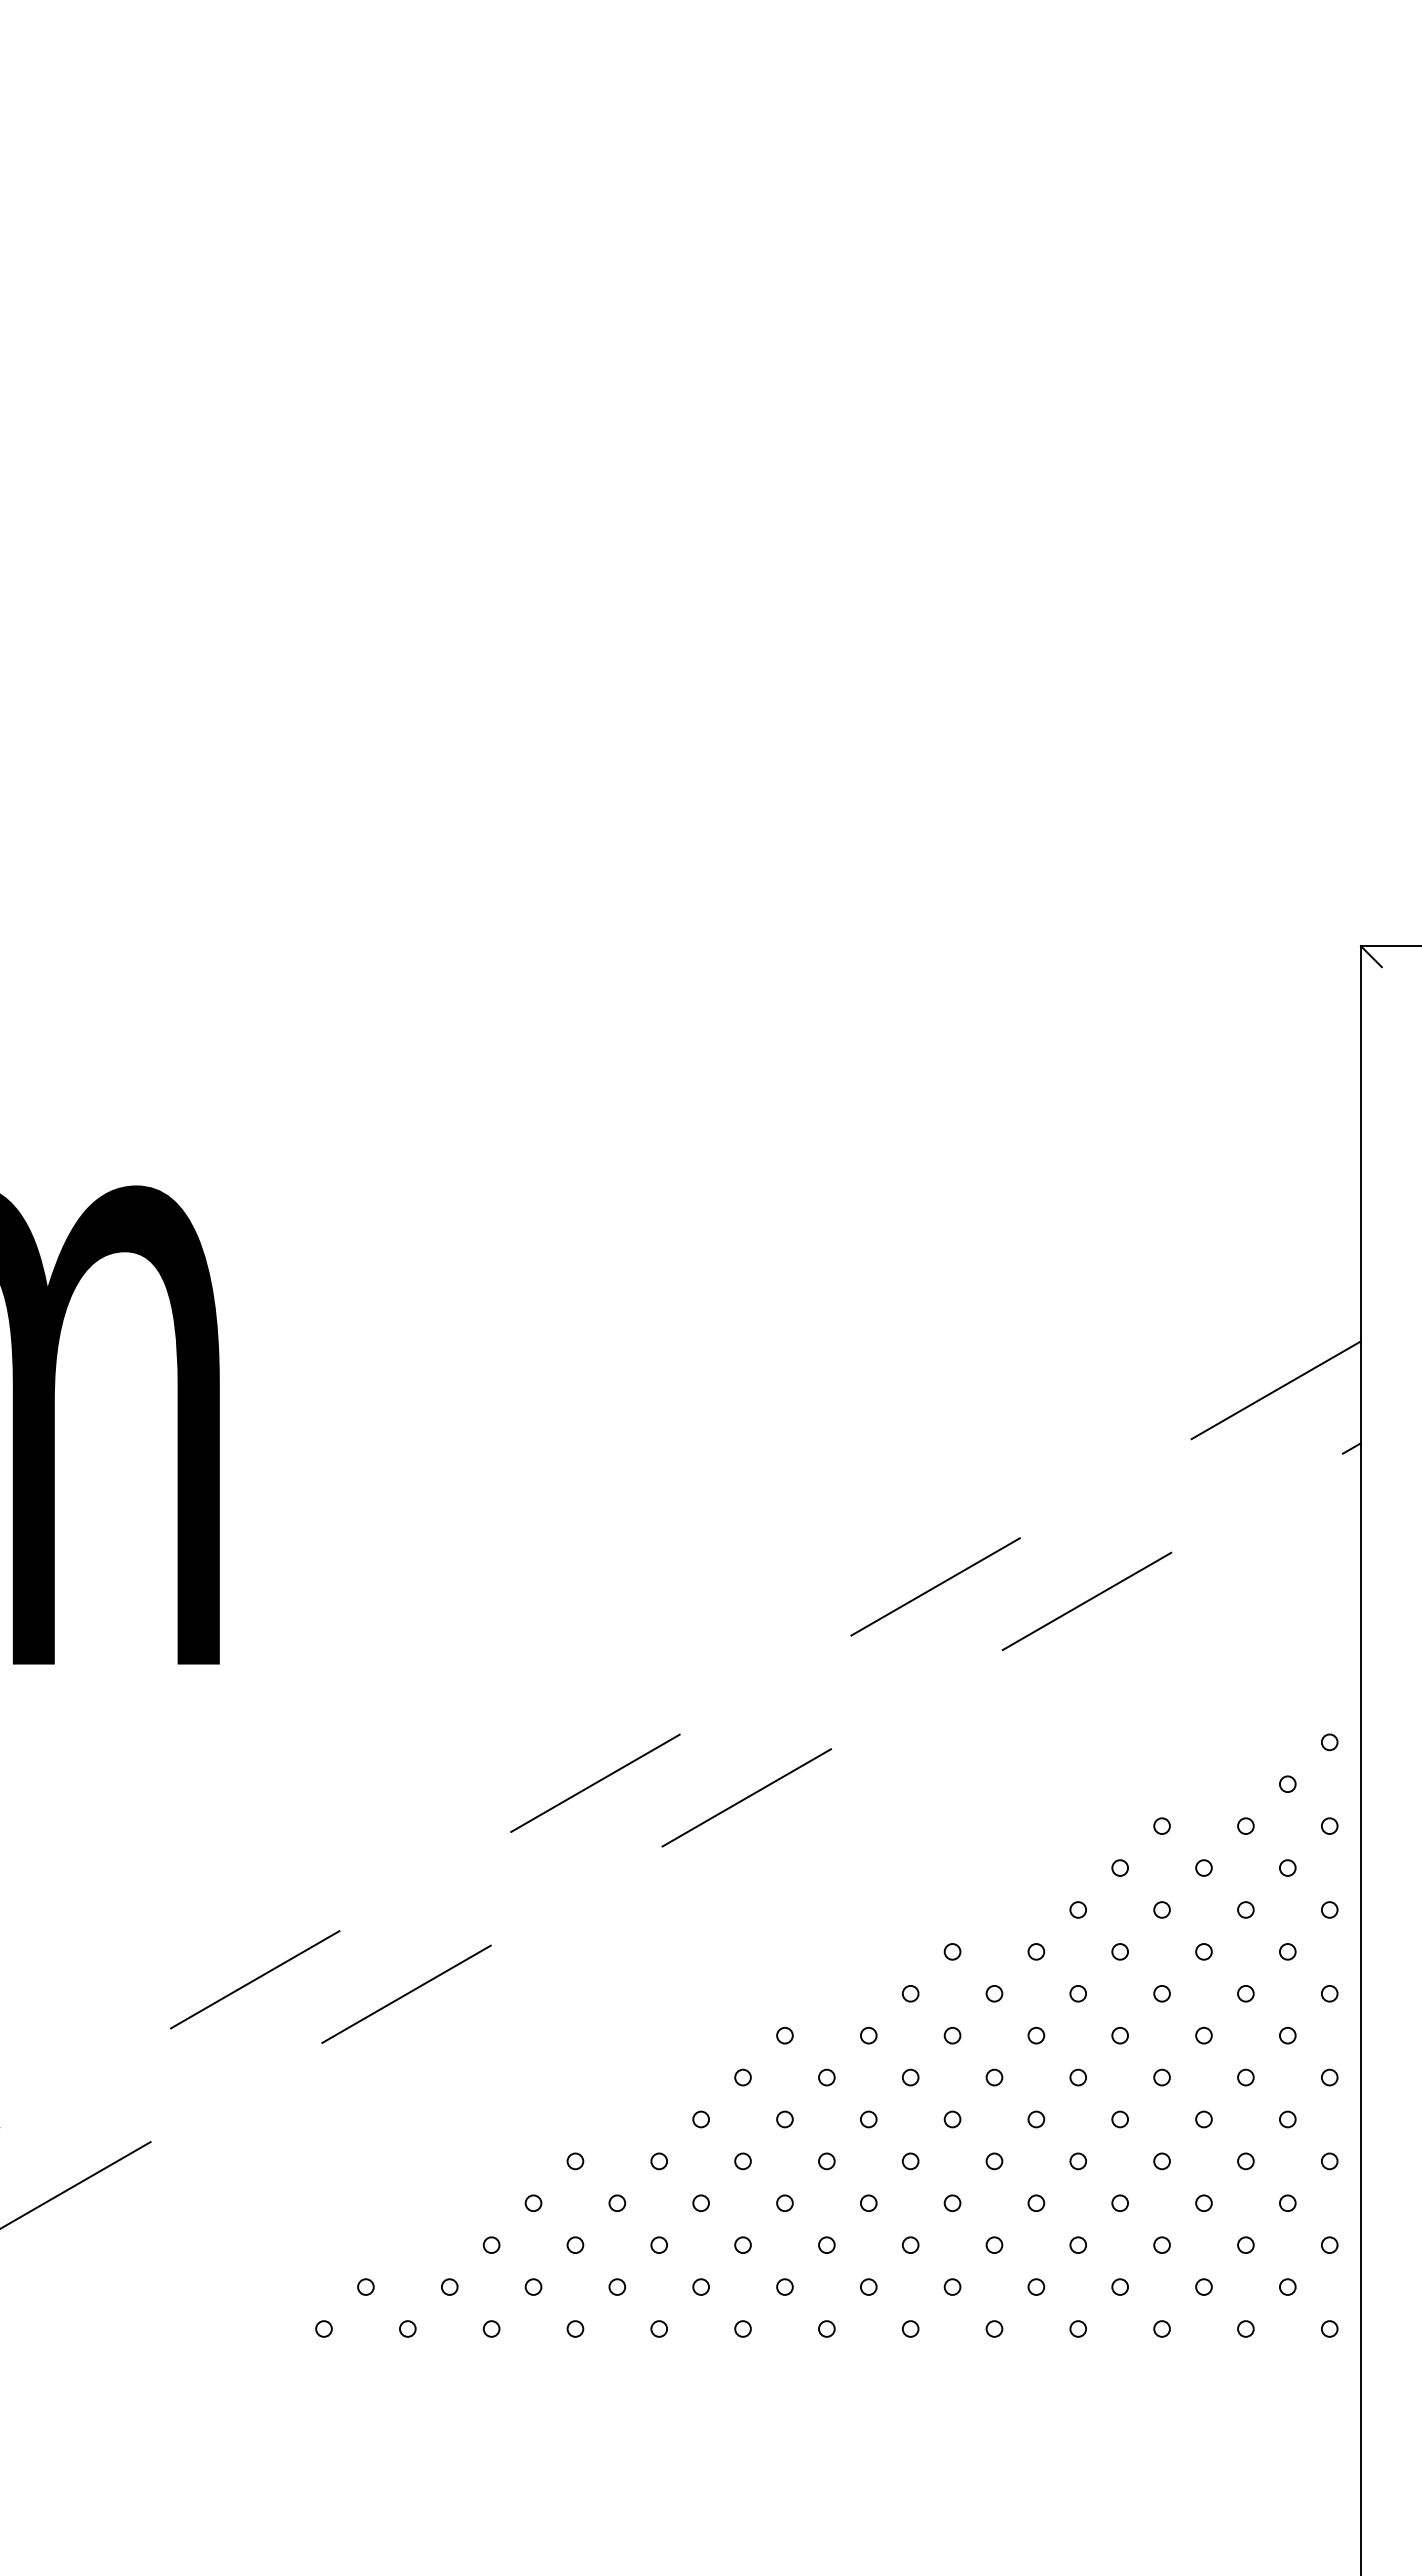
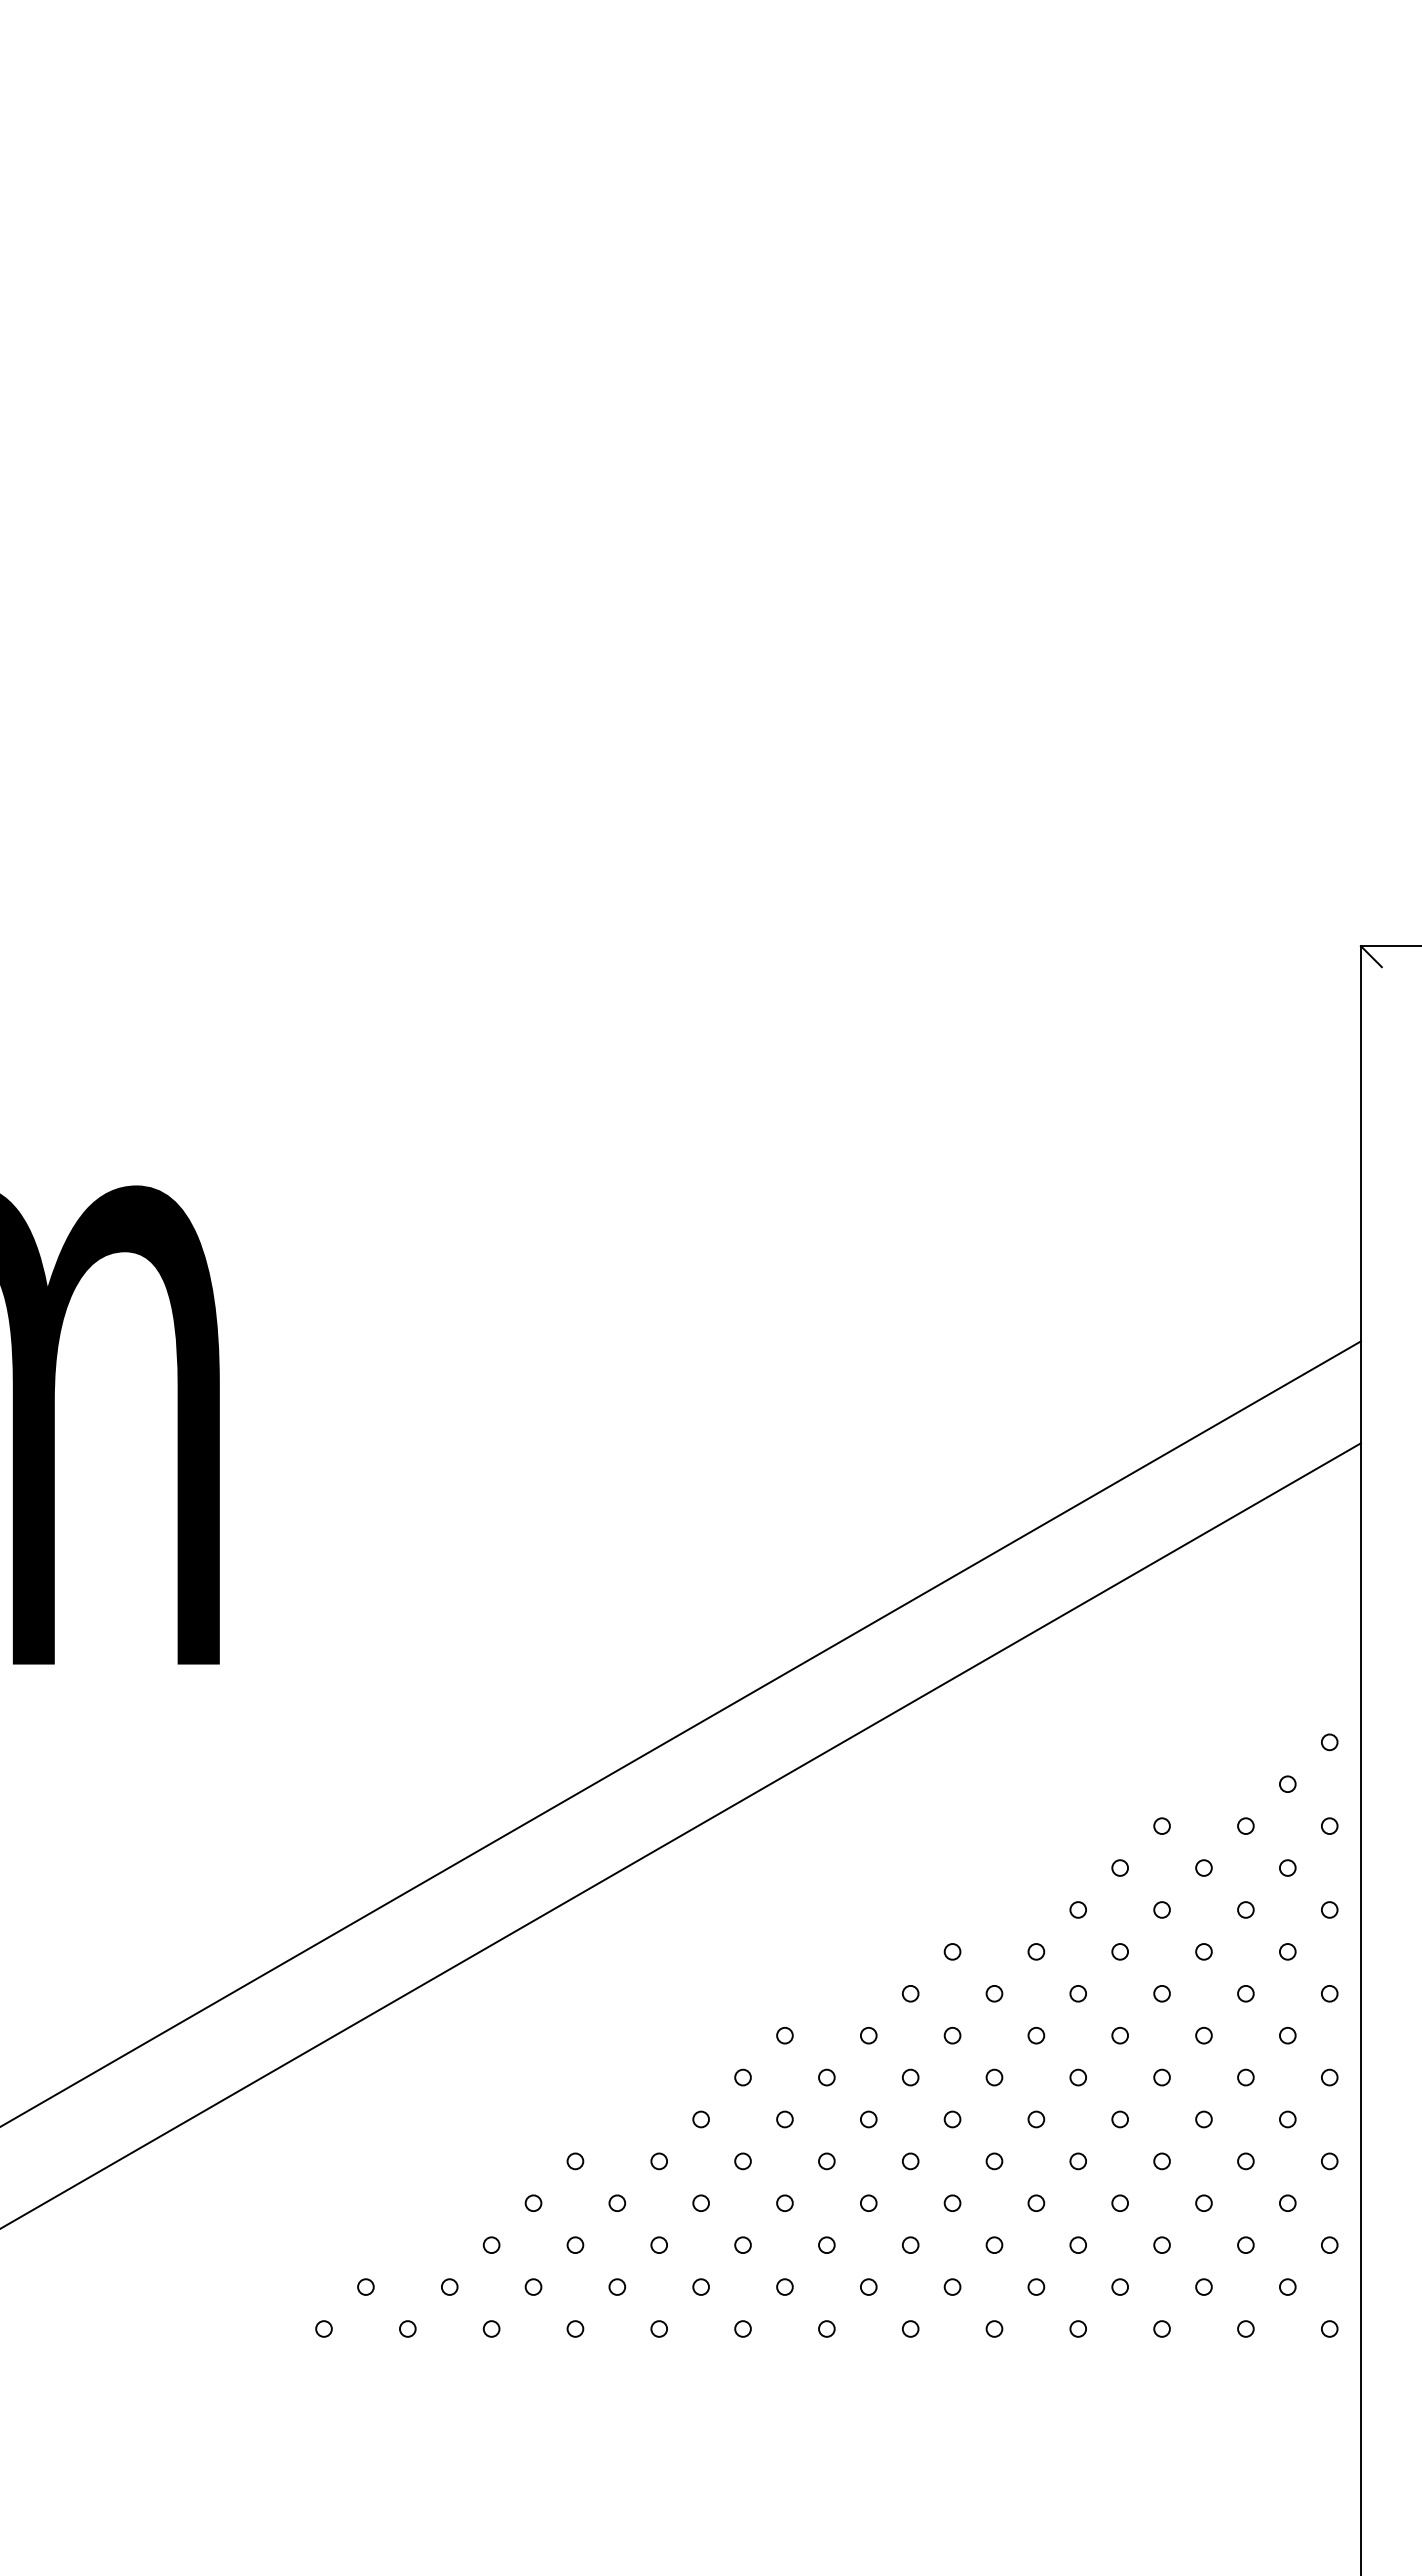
line at (680, 1734): dashed -> solid
line at (681, 1835): dashed -> solid
